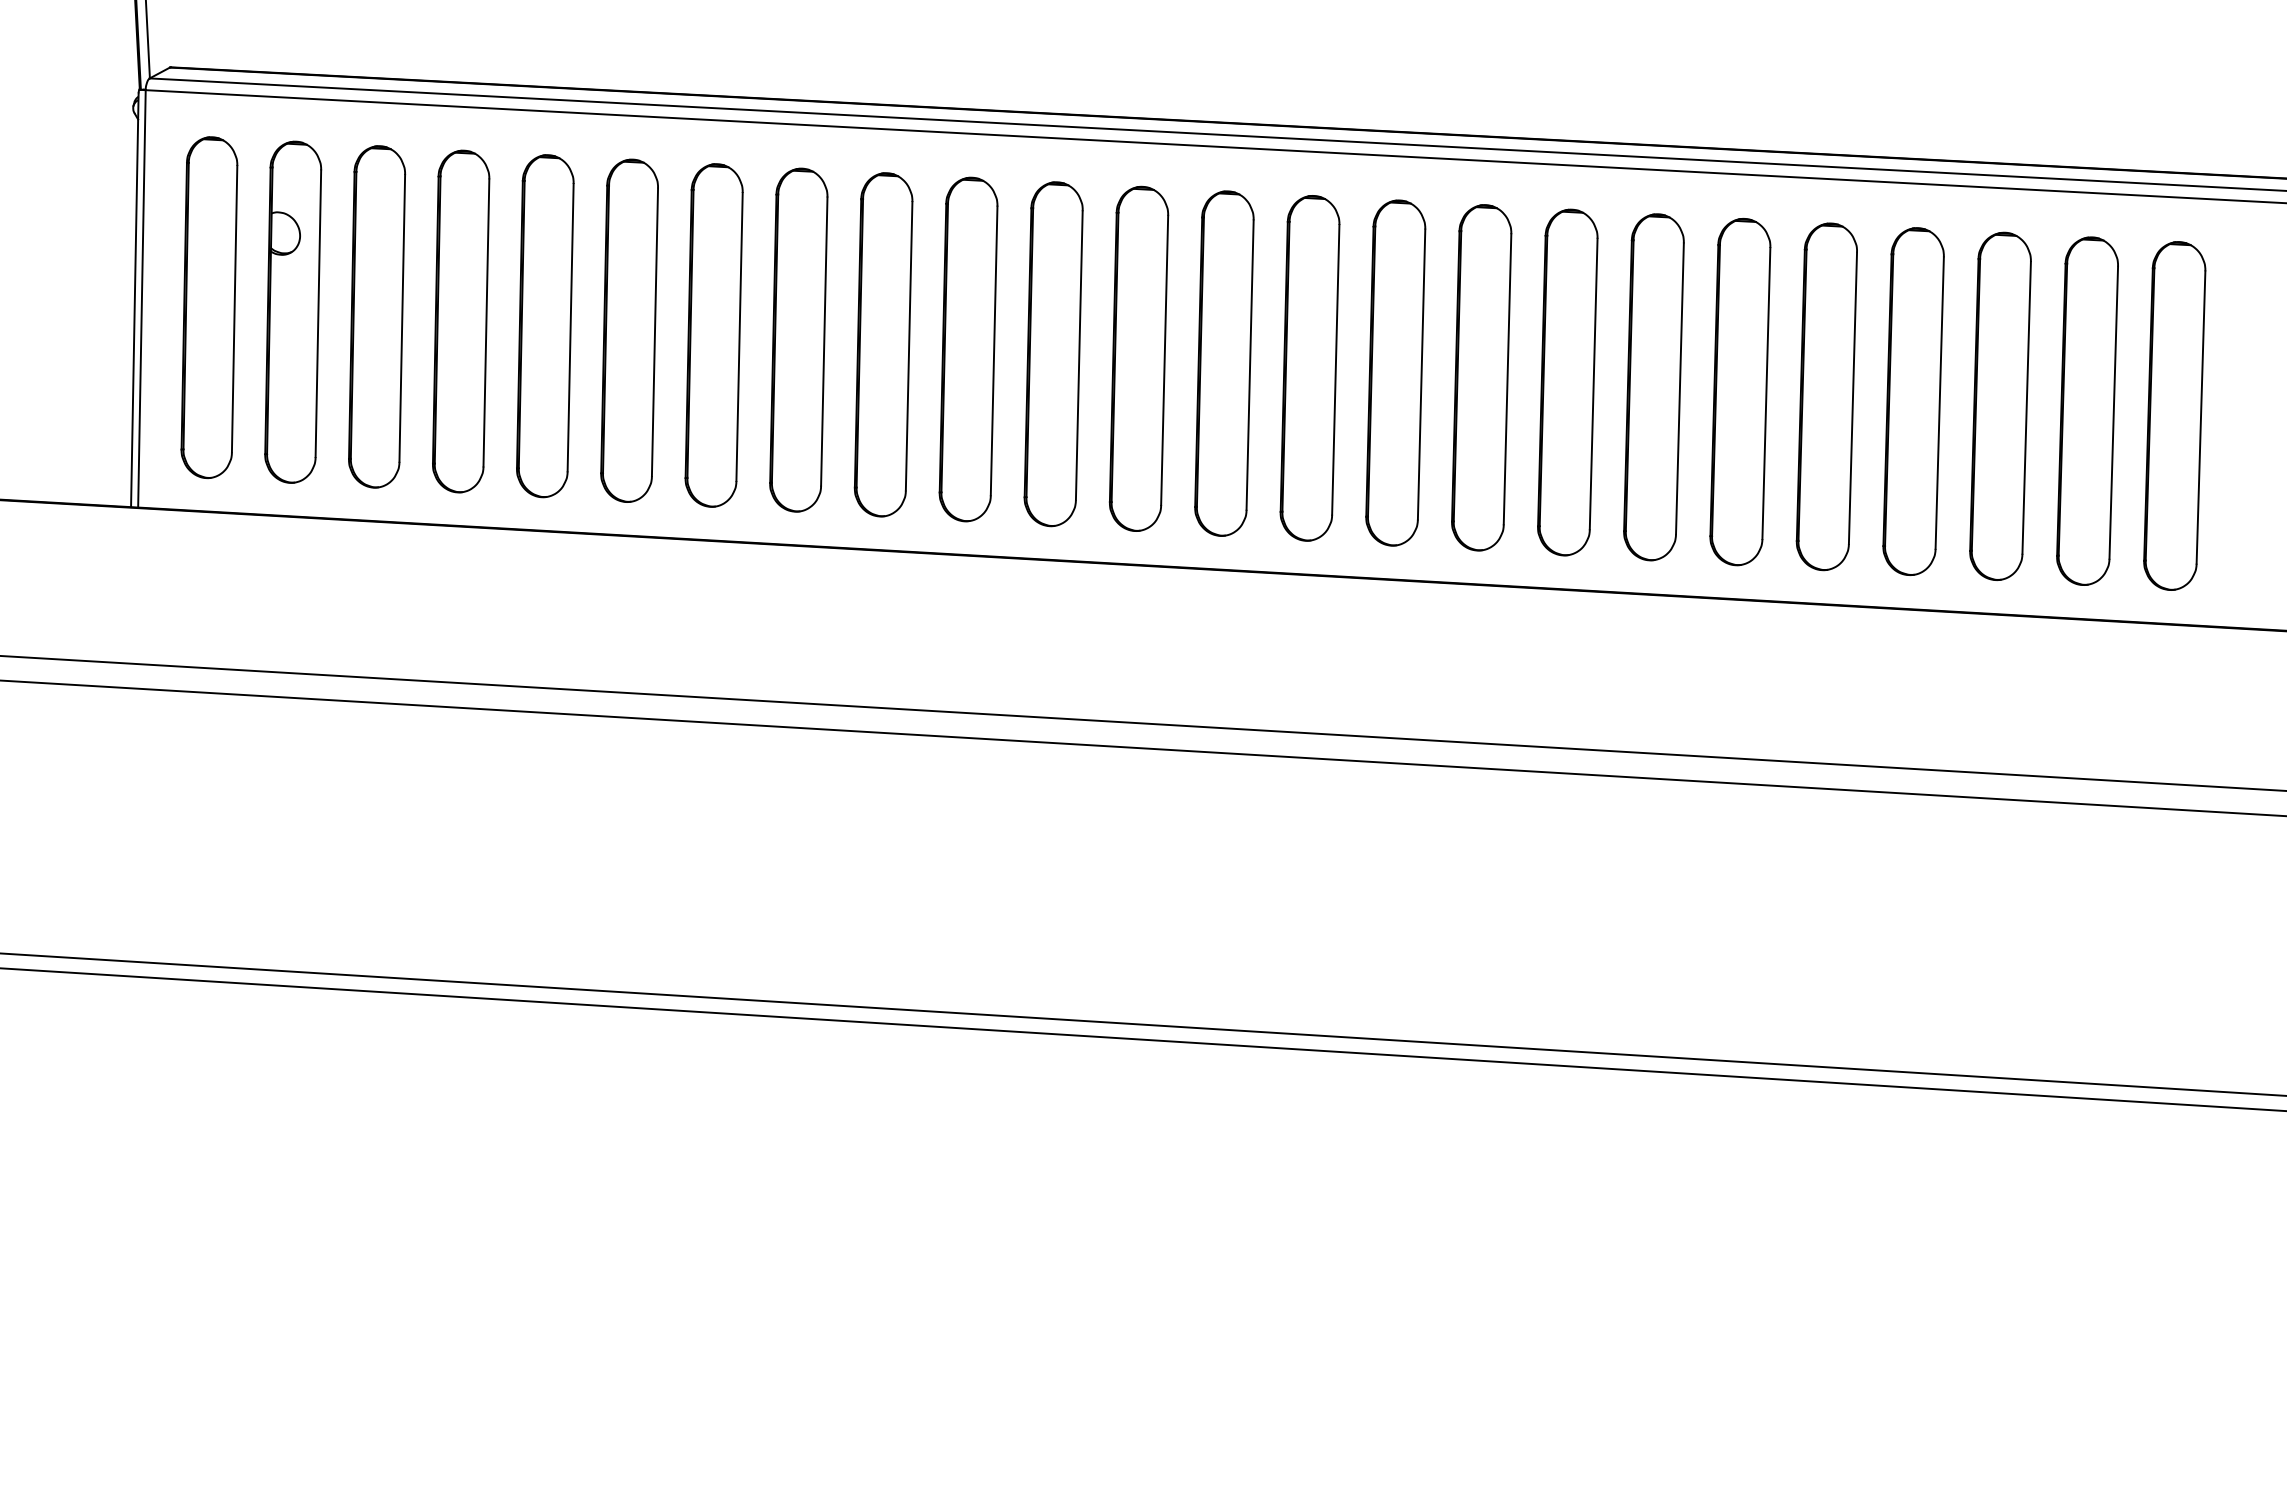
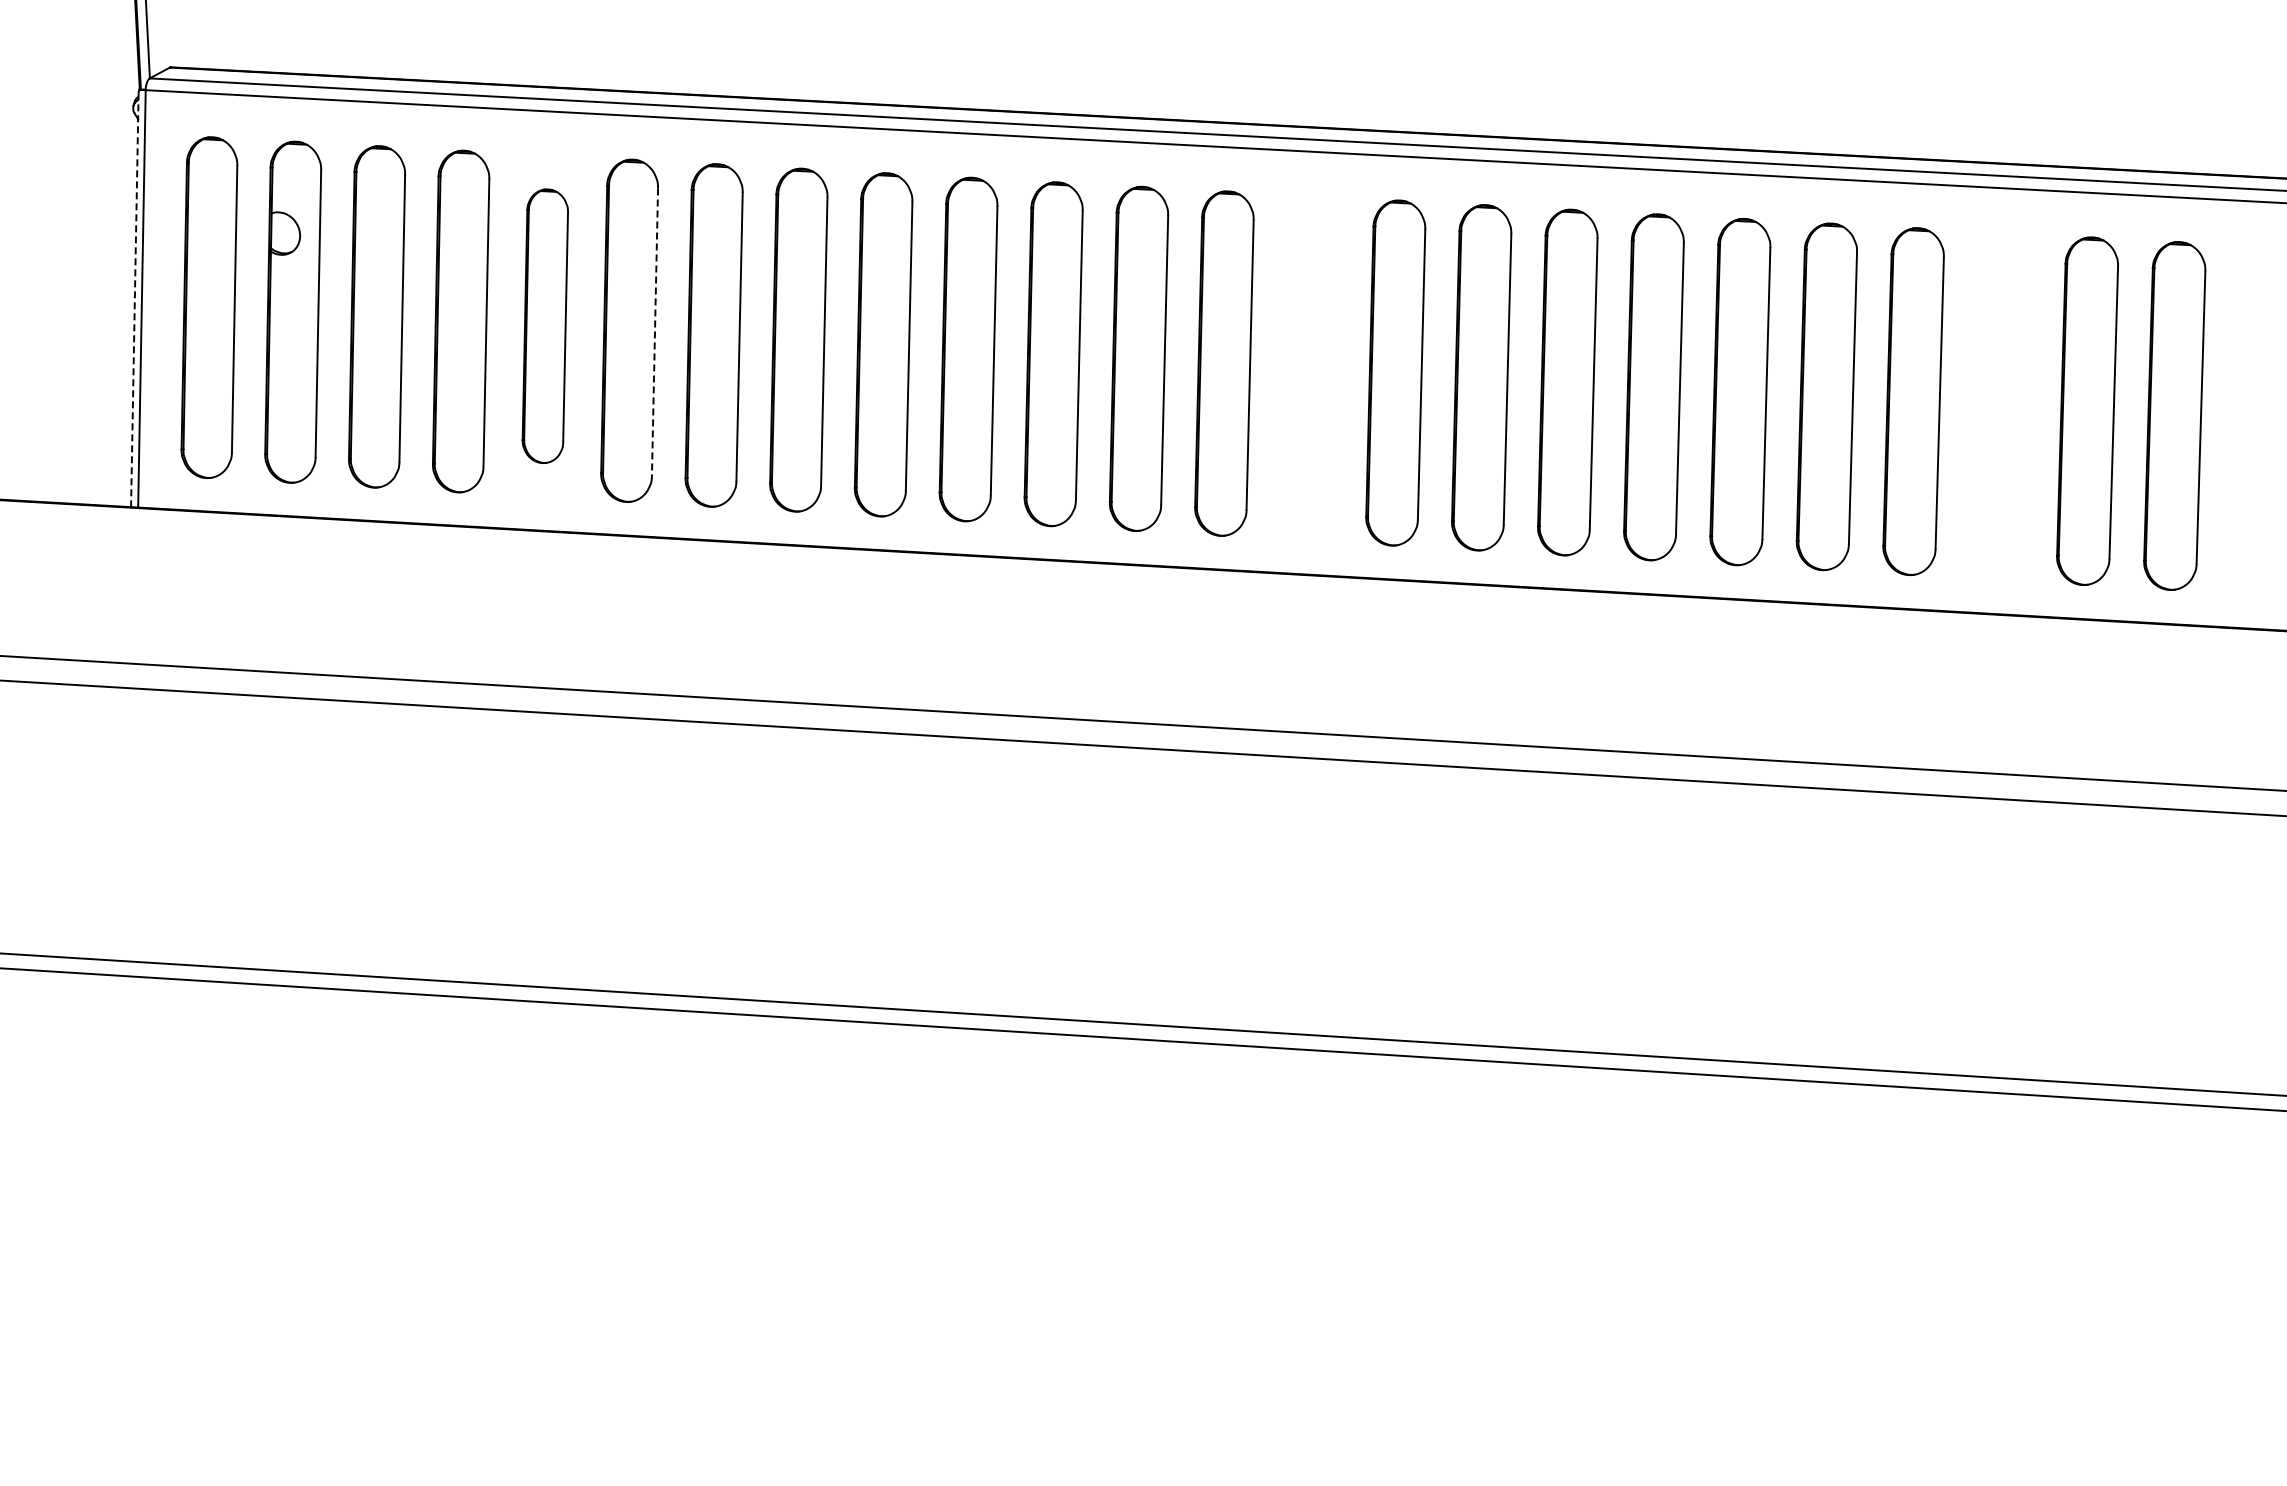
line at (134, 300): solid -> dashed
part at (545, 326) size: 59x345 px -> 48x276 px
line at (654, 332): solid -> dashed
part at (1309, 368): present -> none
part at (2000, 405): present -> none
